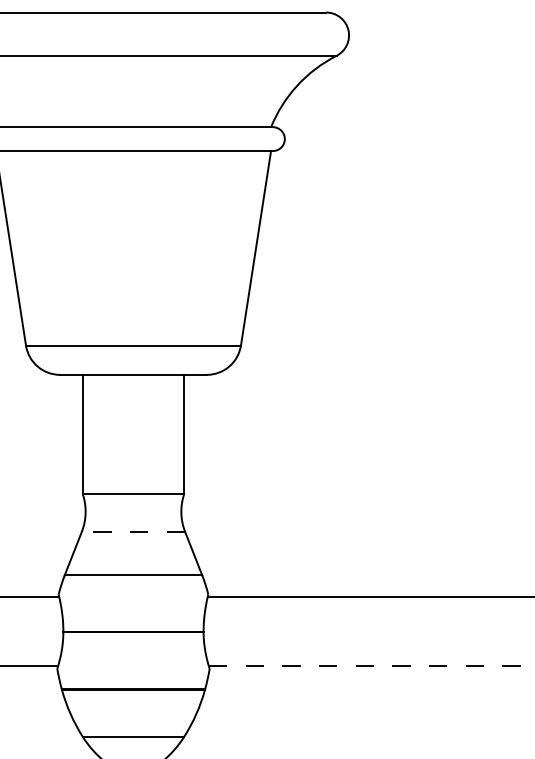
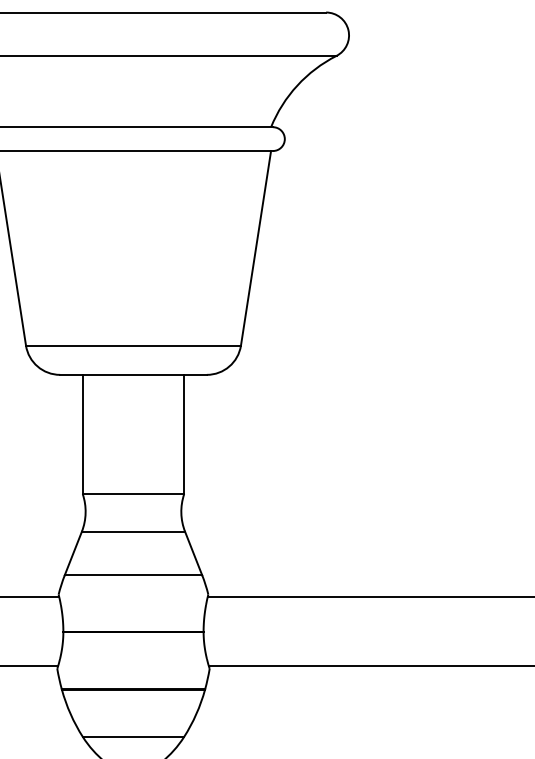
line at (133, 531): dashed -> solid
line at (371, 666): dashed -> solid
